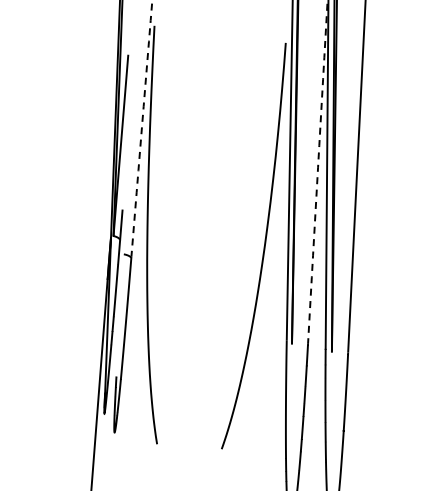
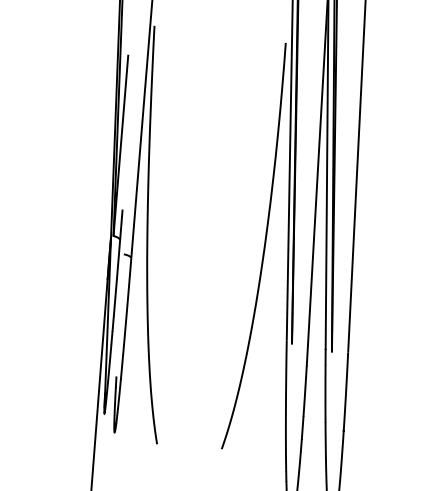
line at (141, 130): dashed -> solid
line at (317, 172): dashed -> solid
